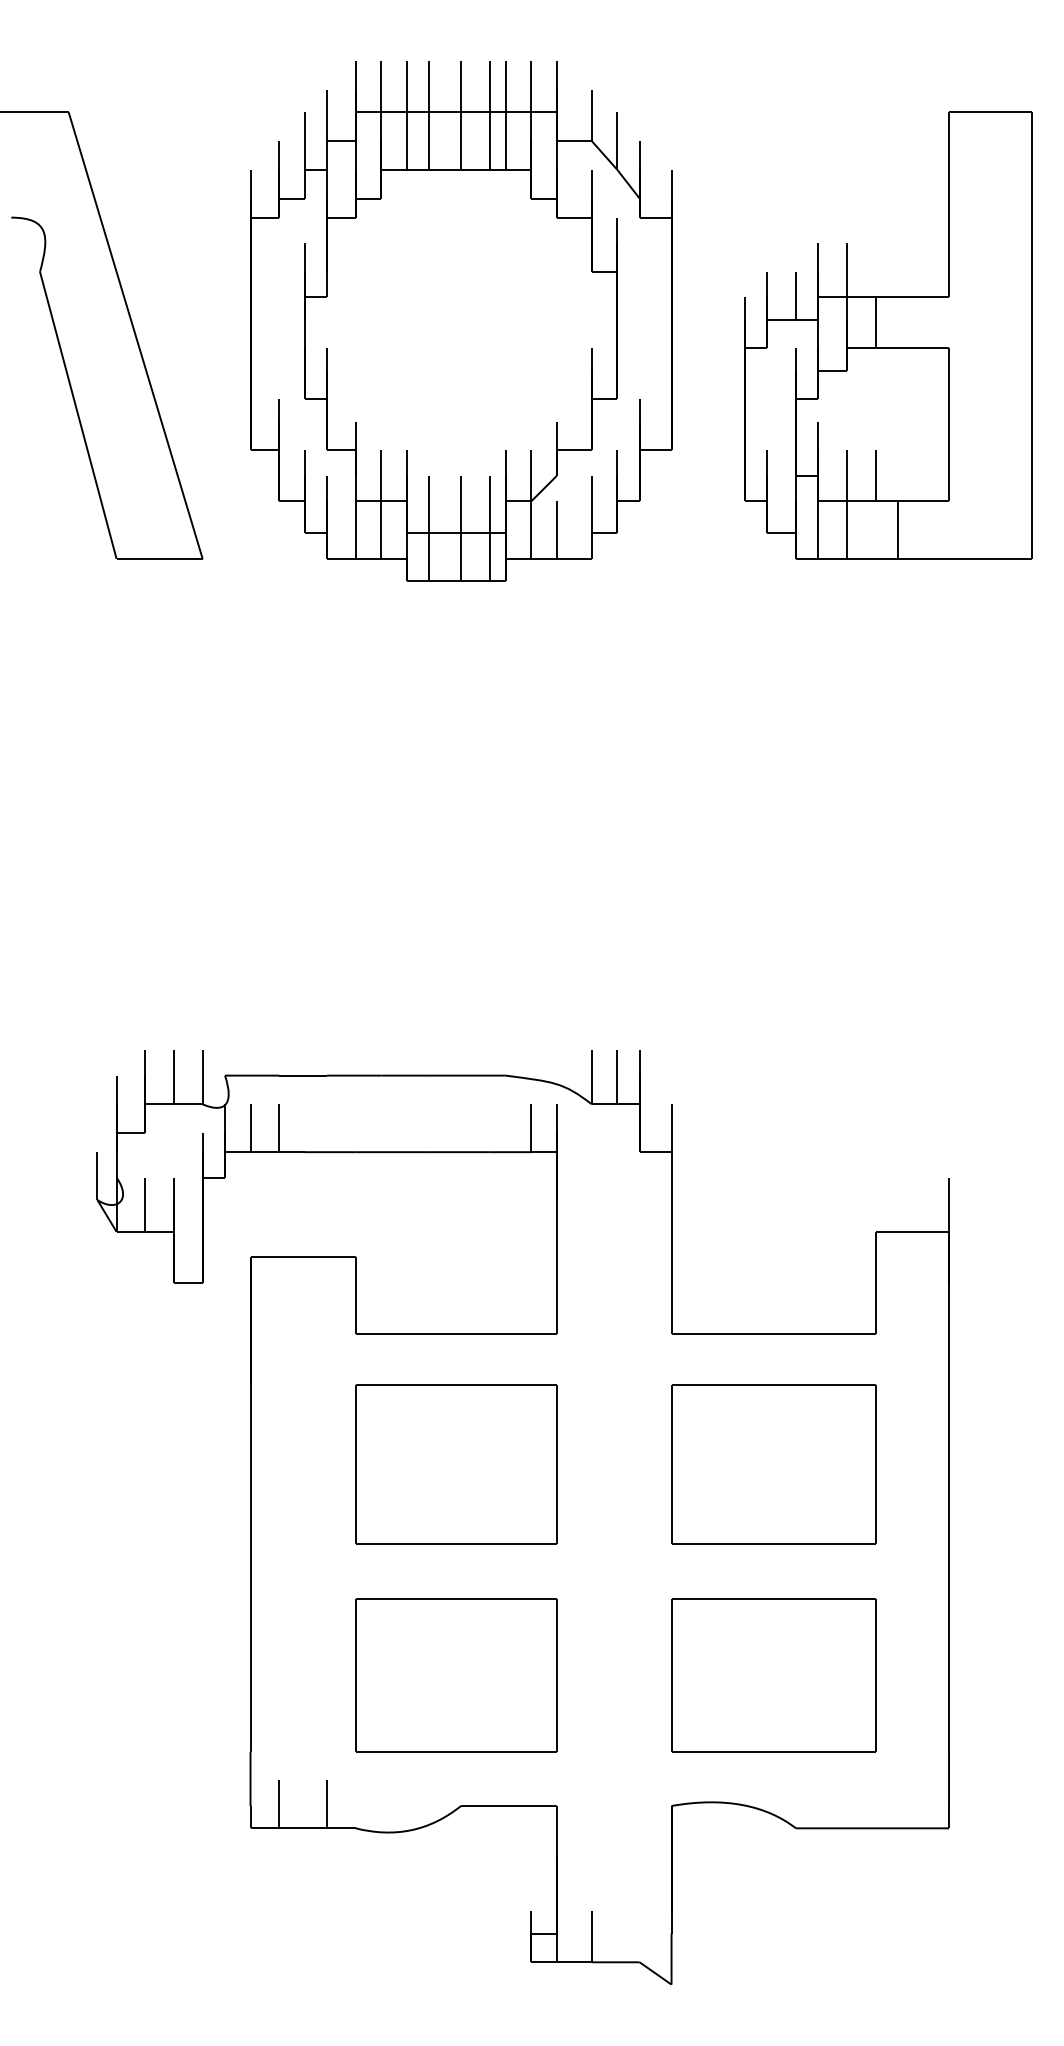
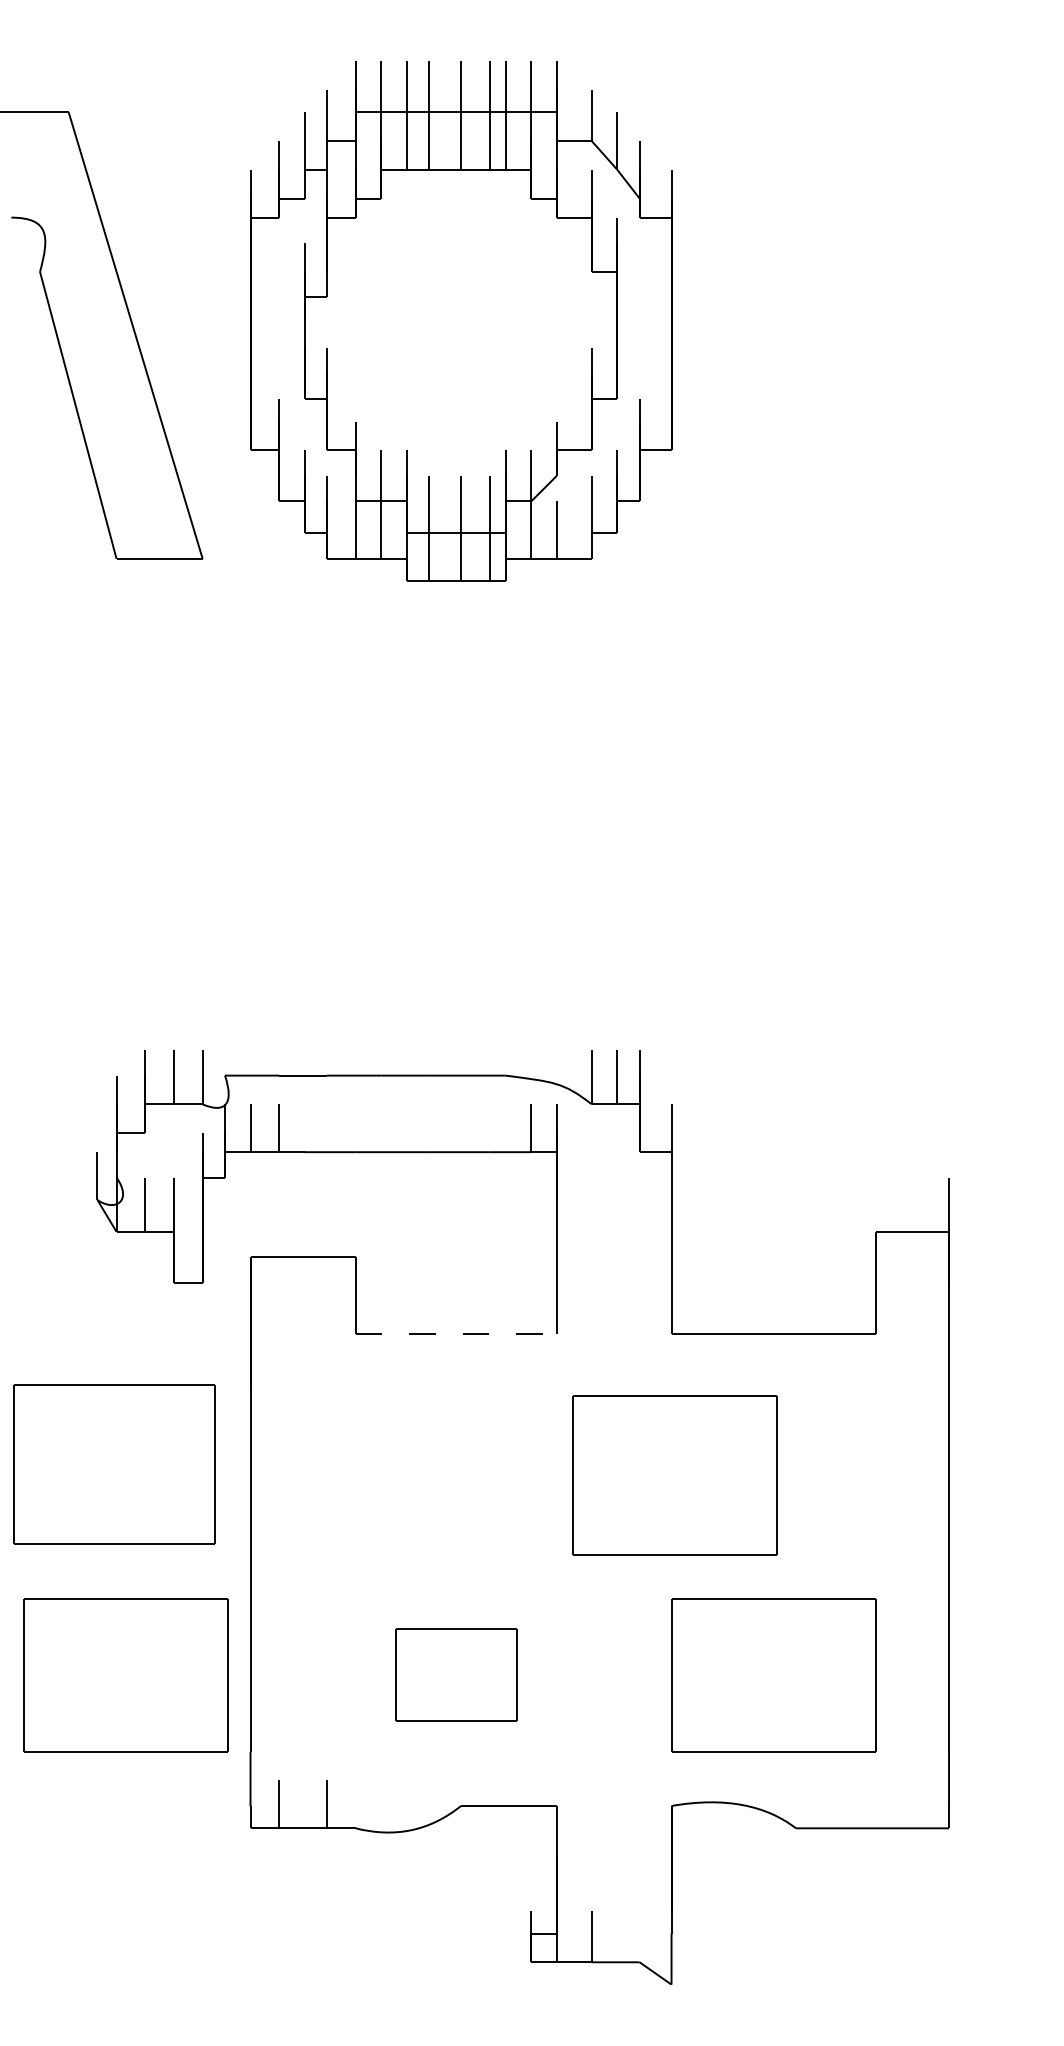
part at (888, 335): present -> none
line at (456, 1333): solid -> dashed
part at (456, 1464) position: (456, 1464) -> (114, 1464)
part at (773, 1464) position: (773, 1464) -> (674, 1475)
part at (125, 1675): none -> present
part at (456, 1675) size: 203x155 px -> 123x94 px
